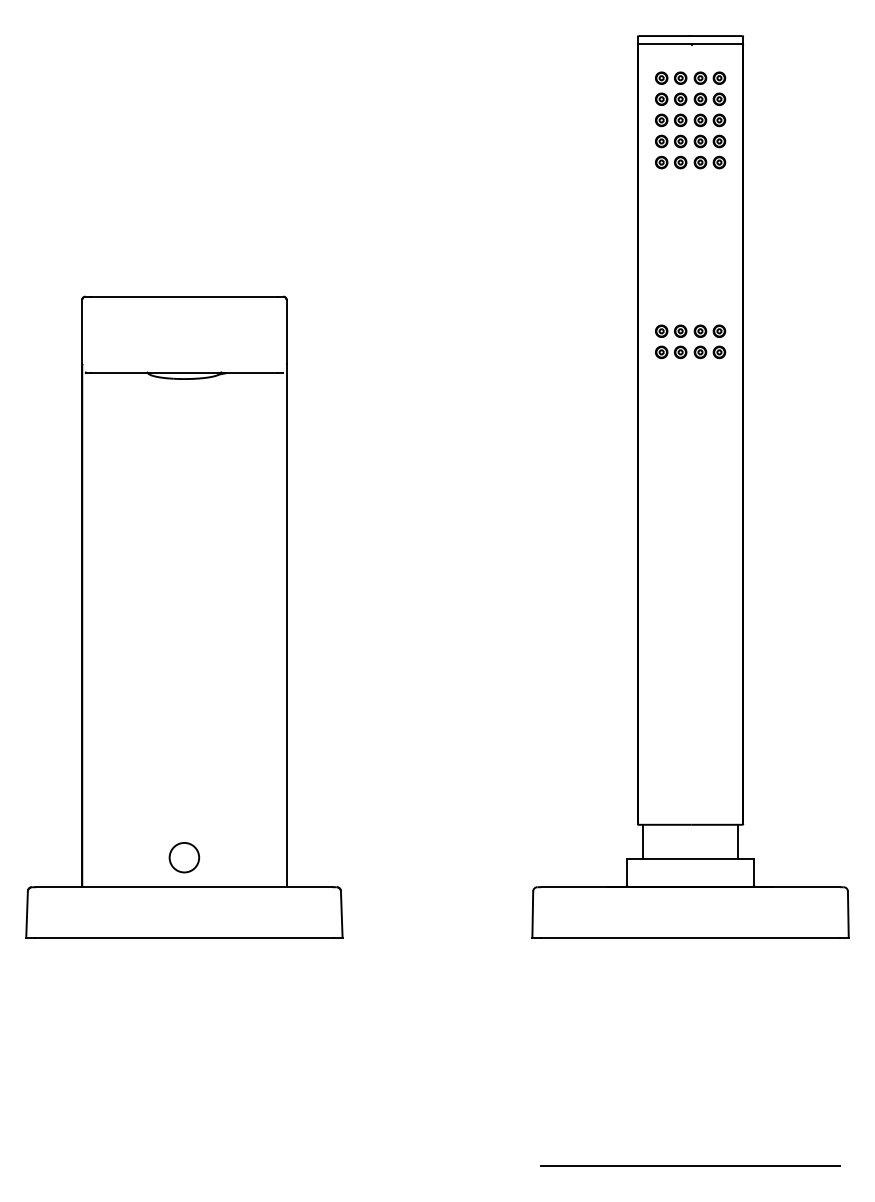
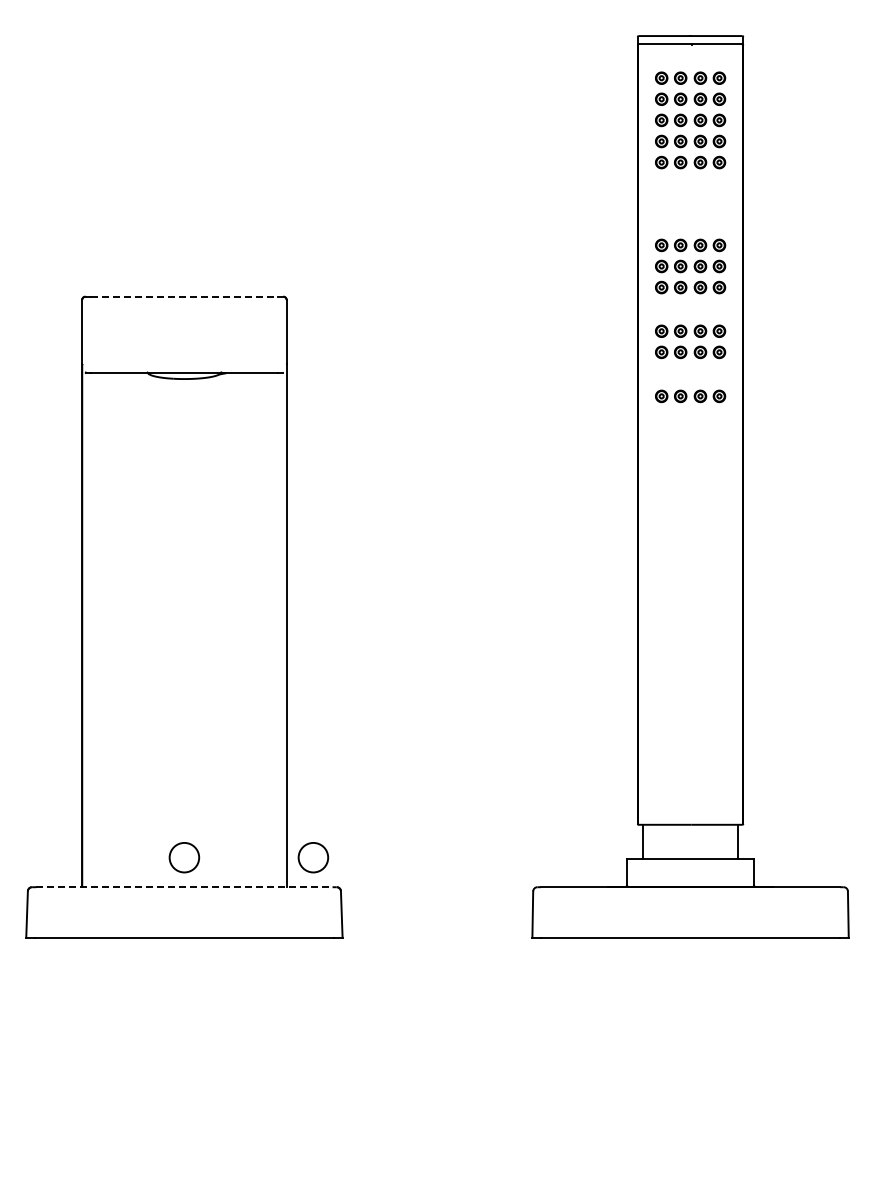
part at (690, 266): none -> present
line at (184, 296): solid -> dashed
part at (690, 396): none -> present
circle at (313, 857): none -> present
line at (184, 887): solid -> dashed
line at (690, 1165): present -> none
